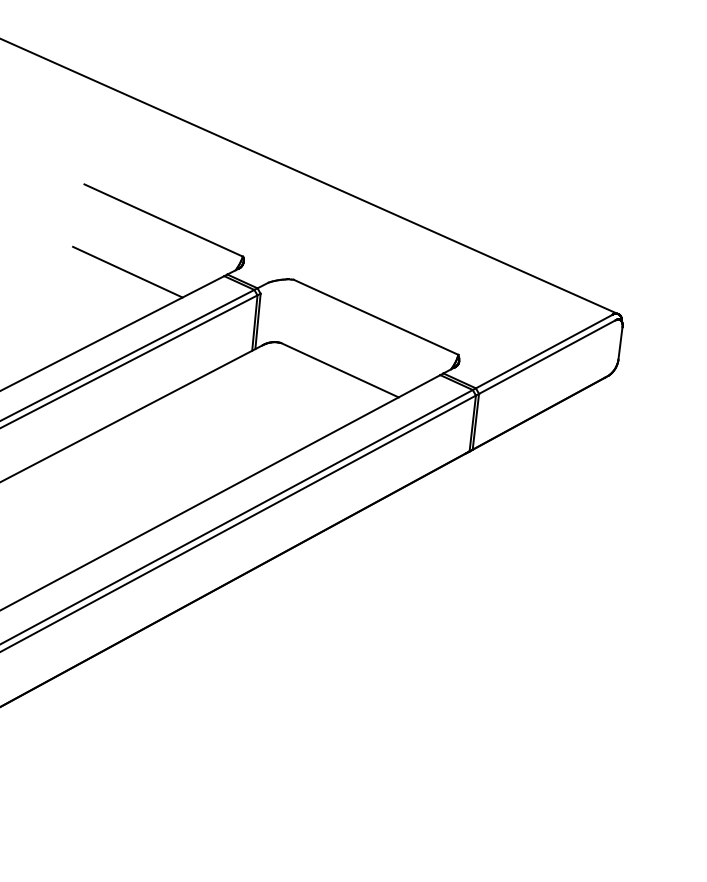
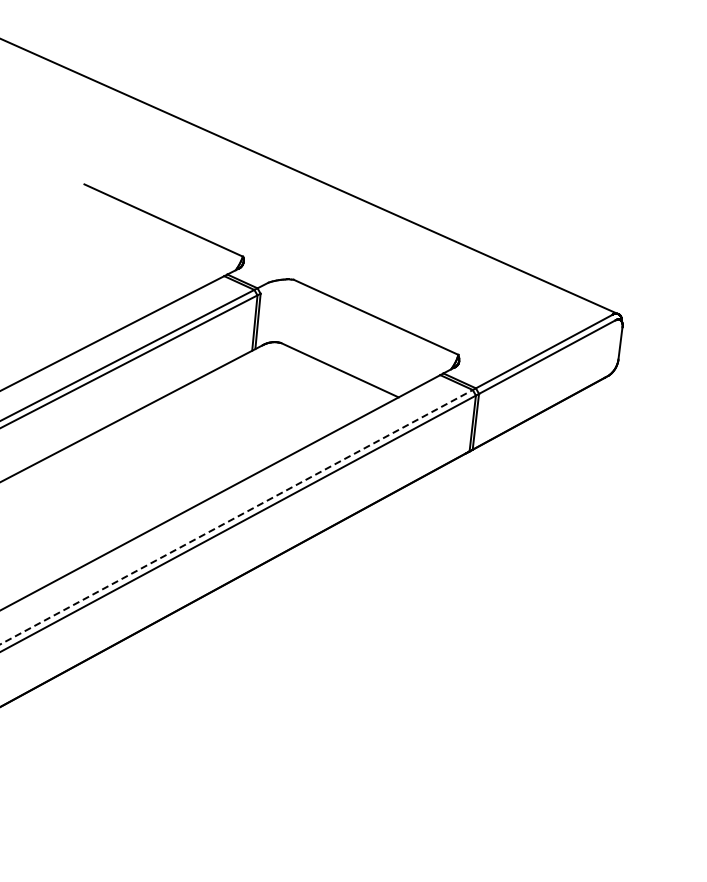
line at (127, 271): present -> none
line at (236, 517): solid -> dashed
